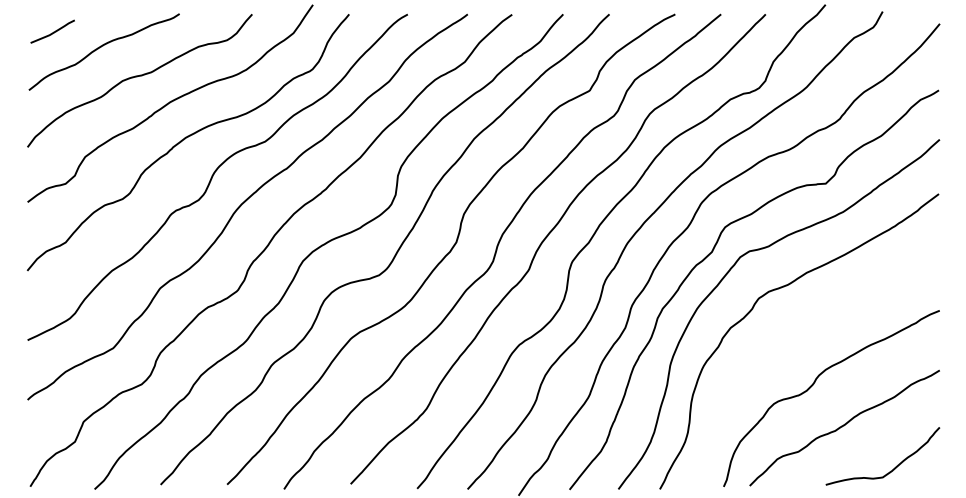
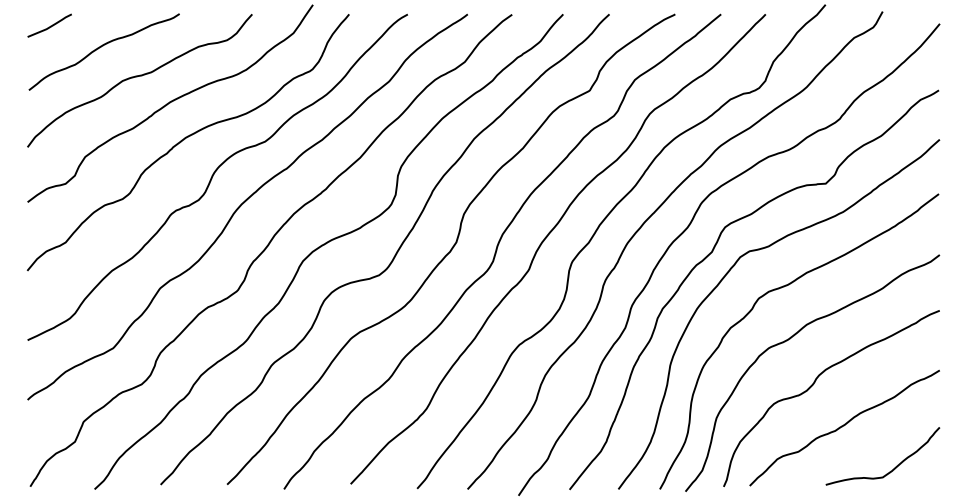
curve at (53, 31) position: (53, 31) -> (50, 25)
curve at (790, 339): none -> present
